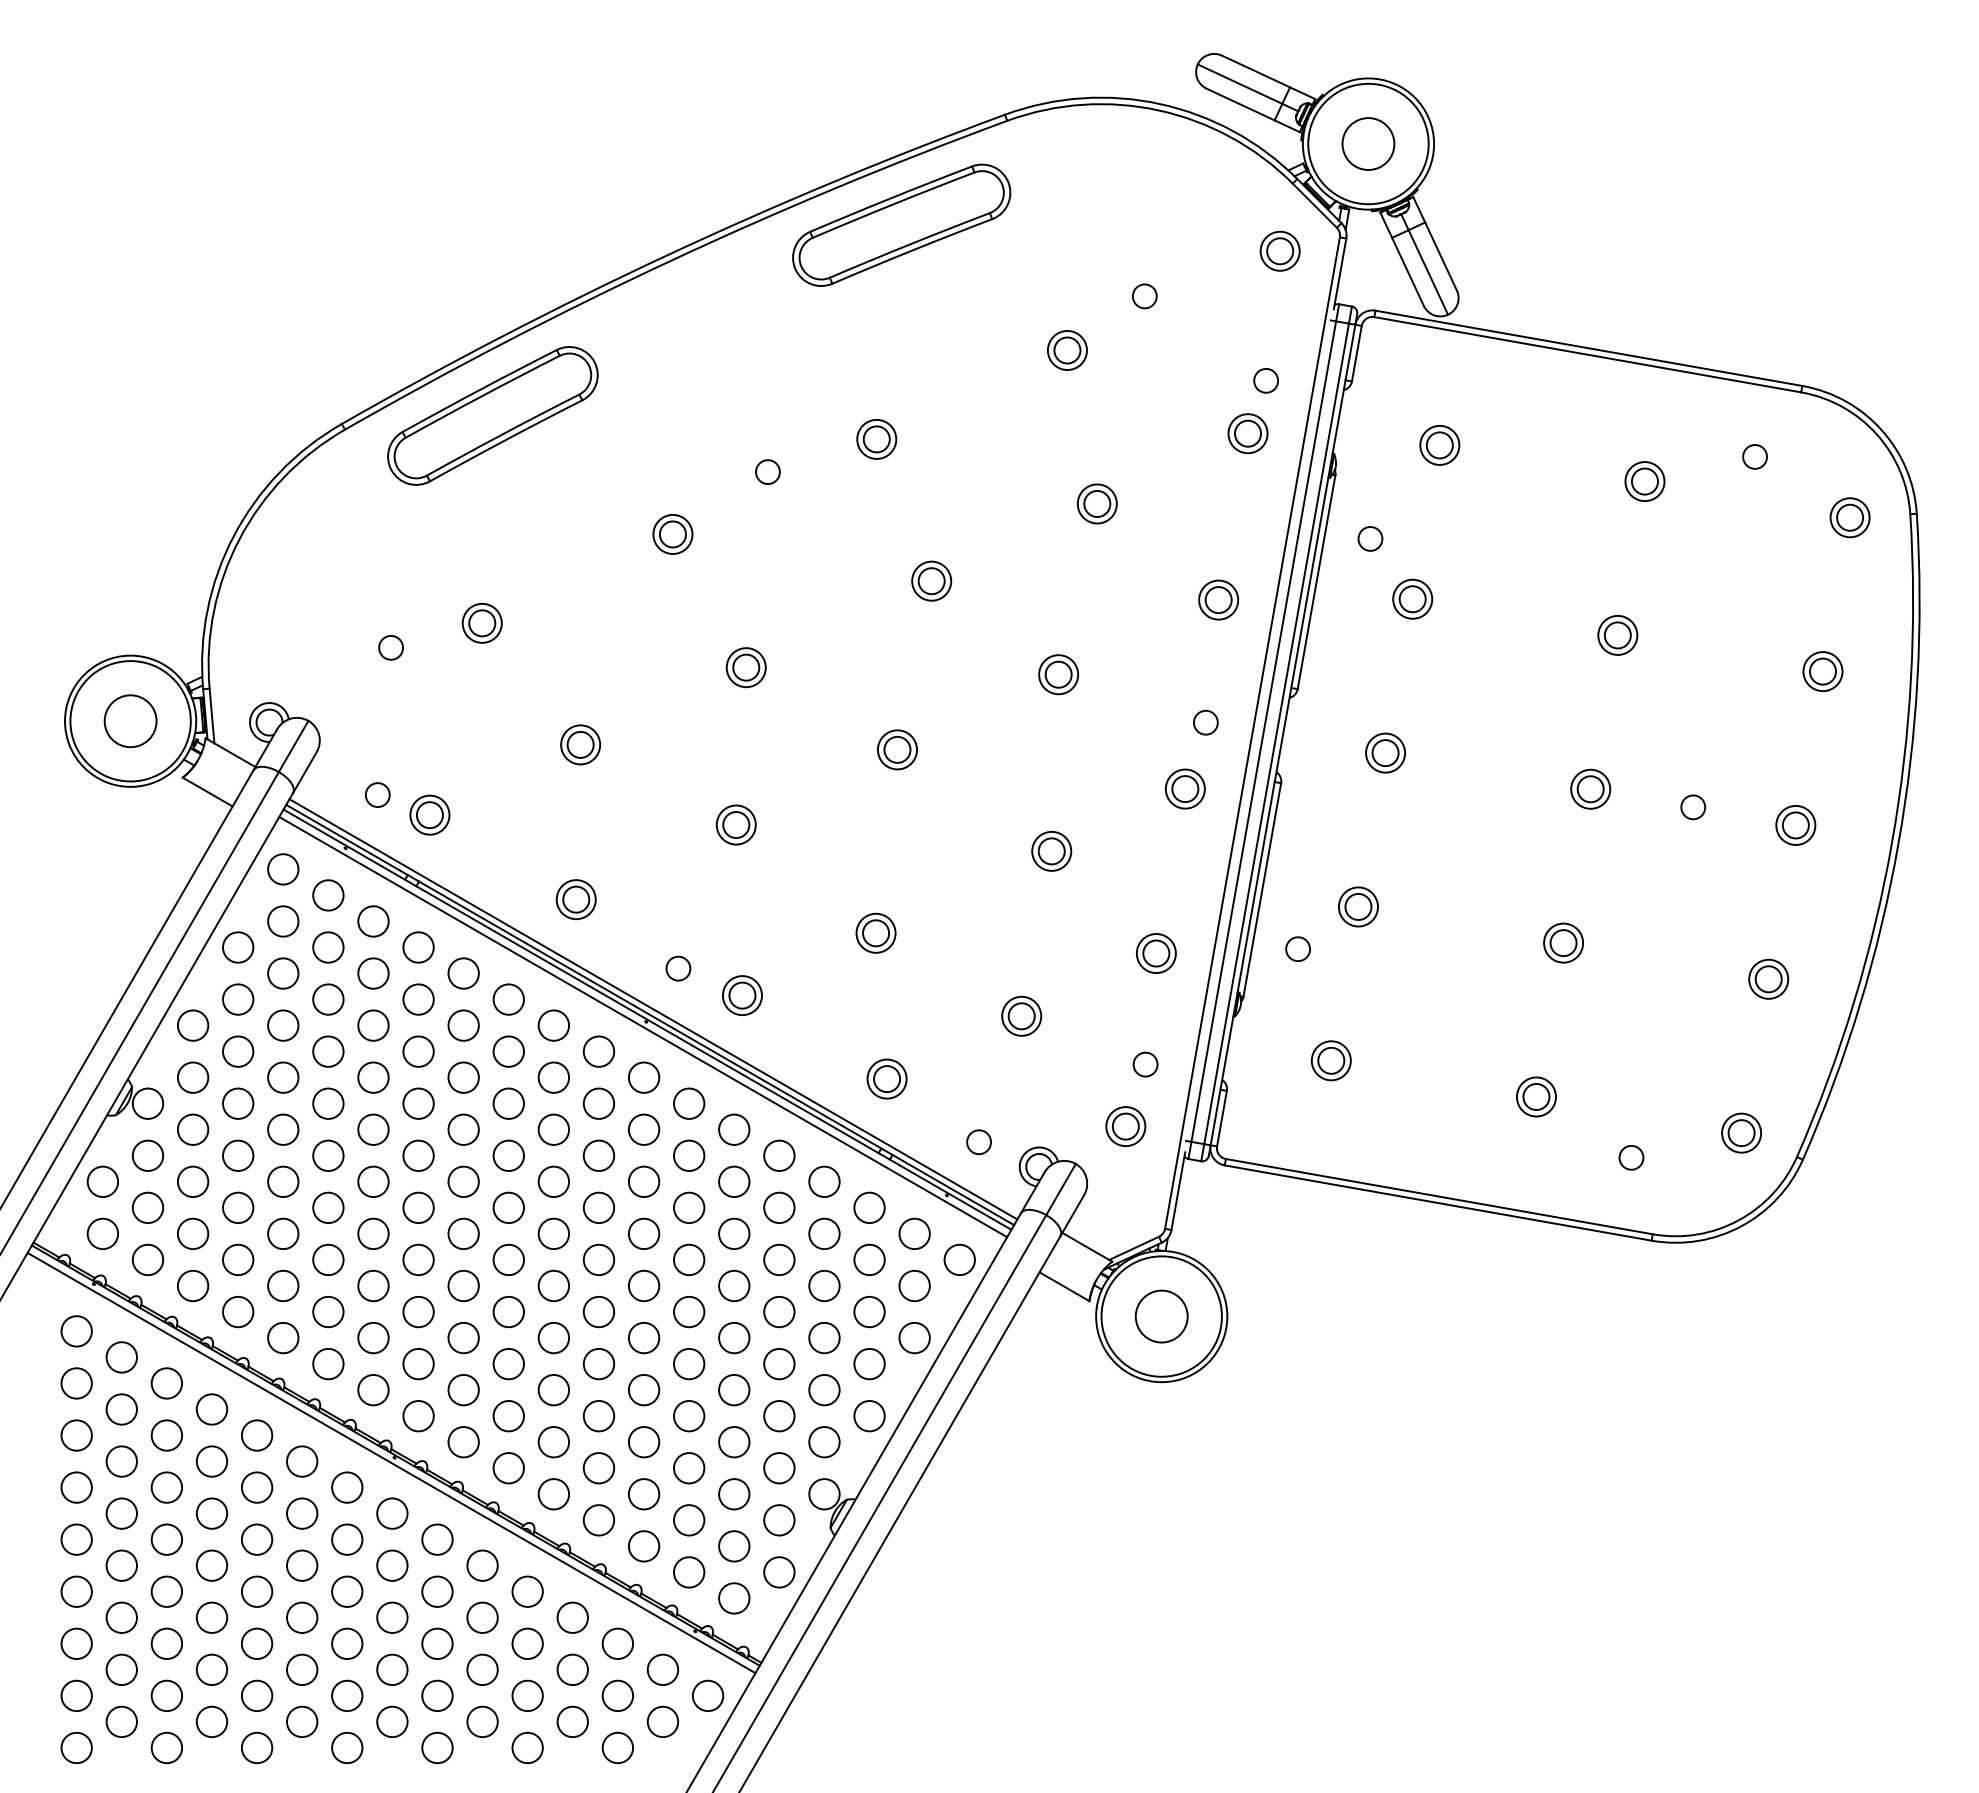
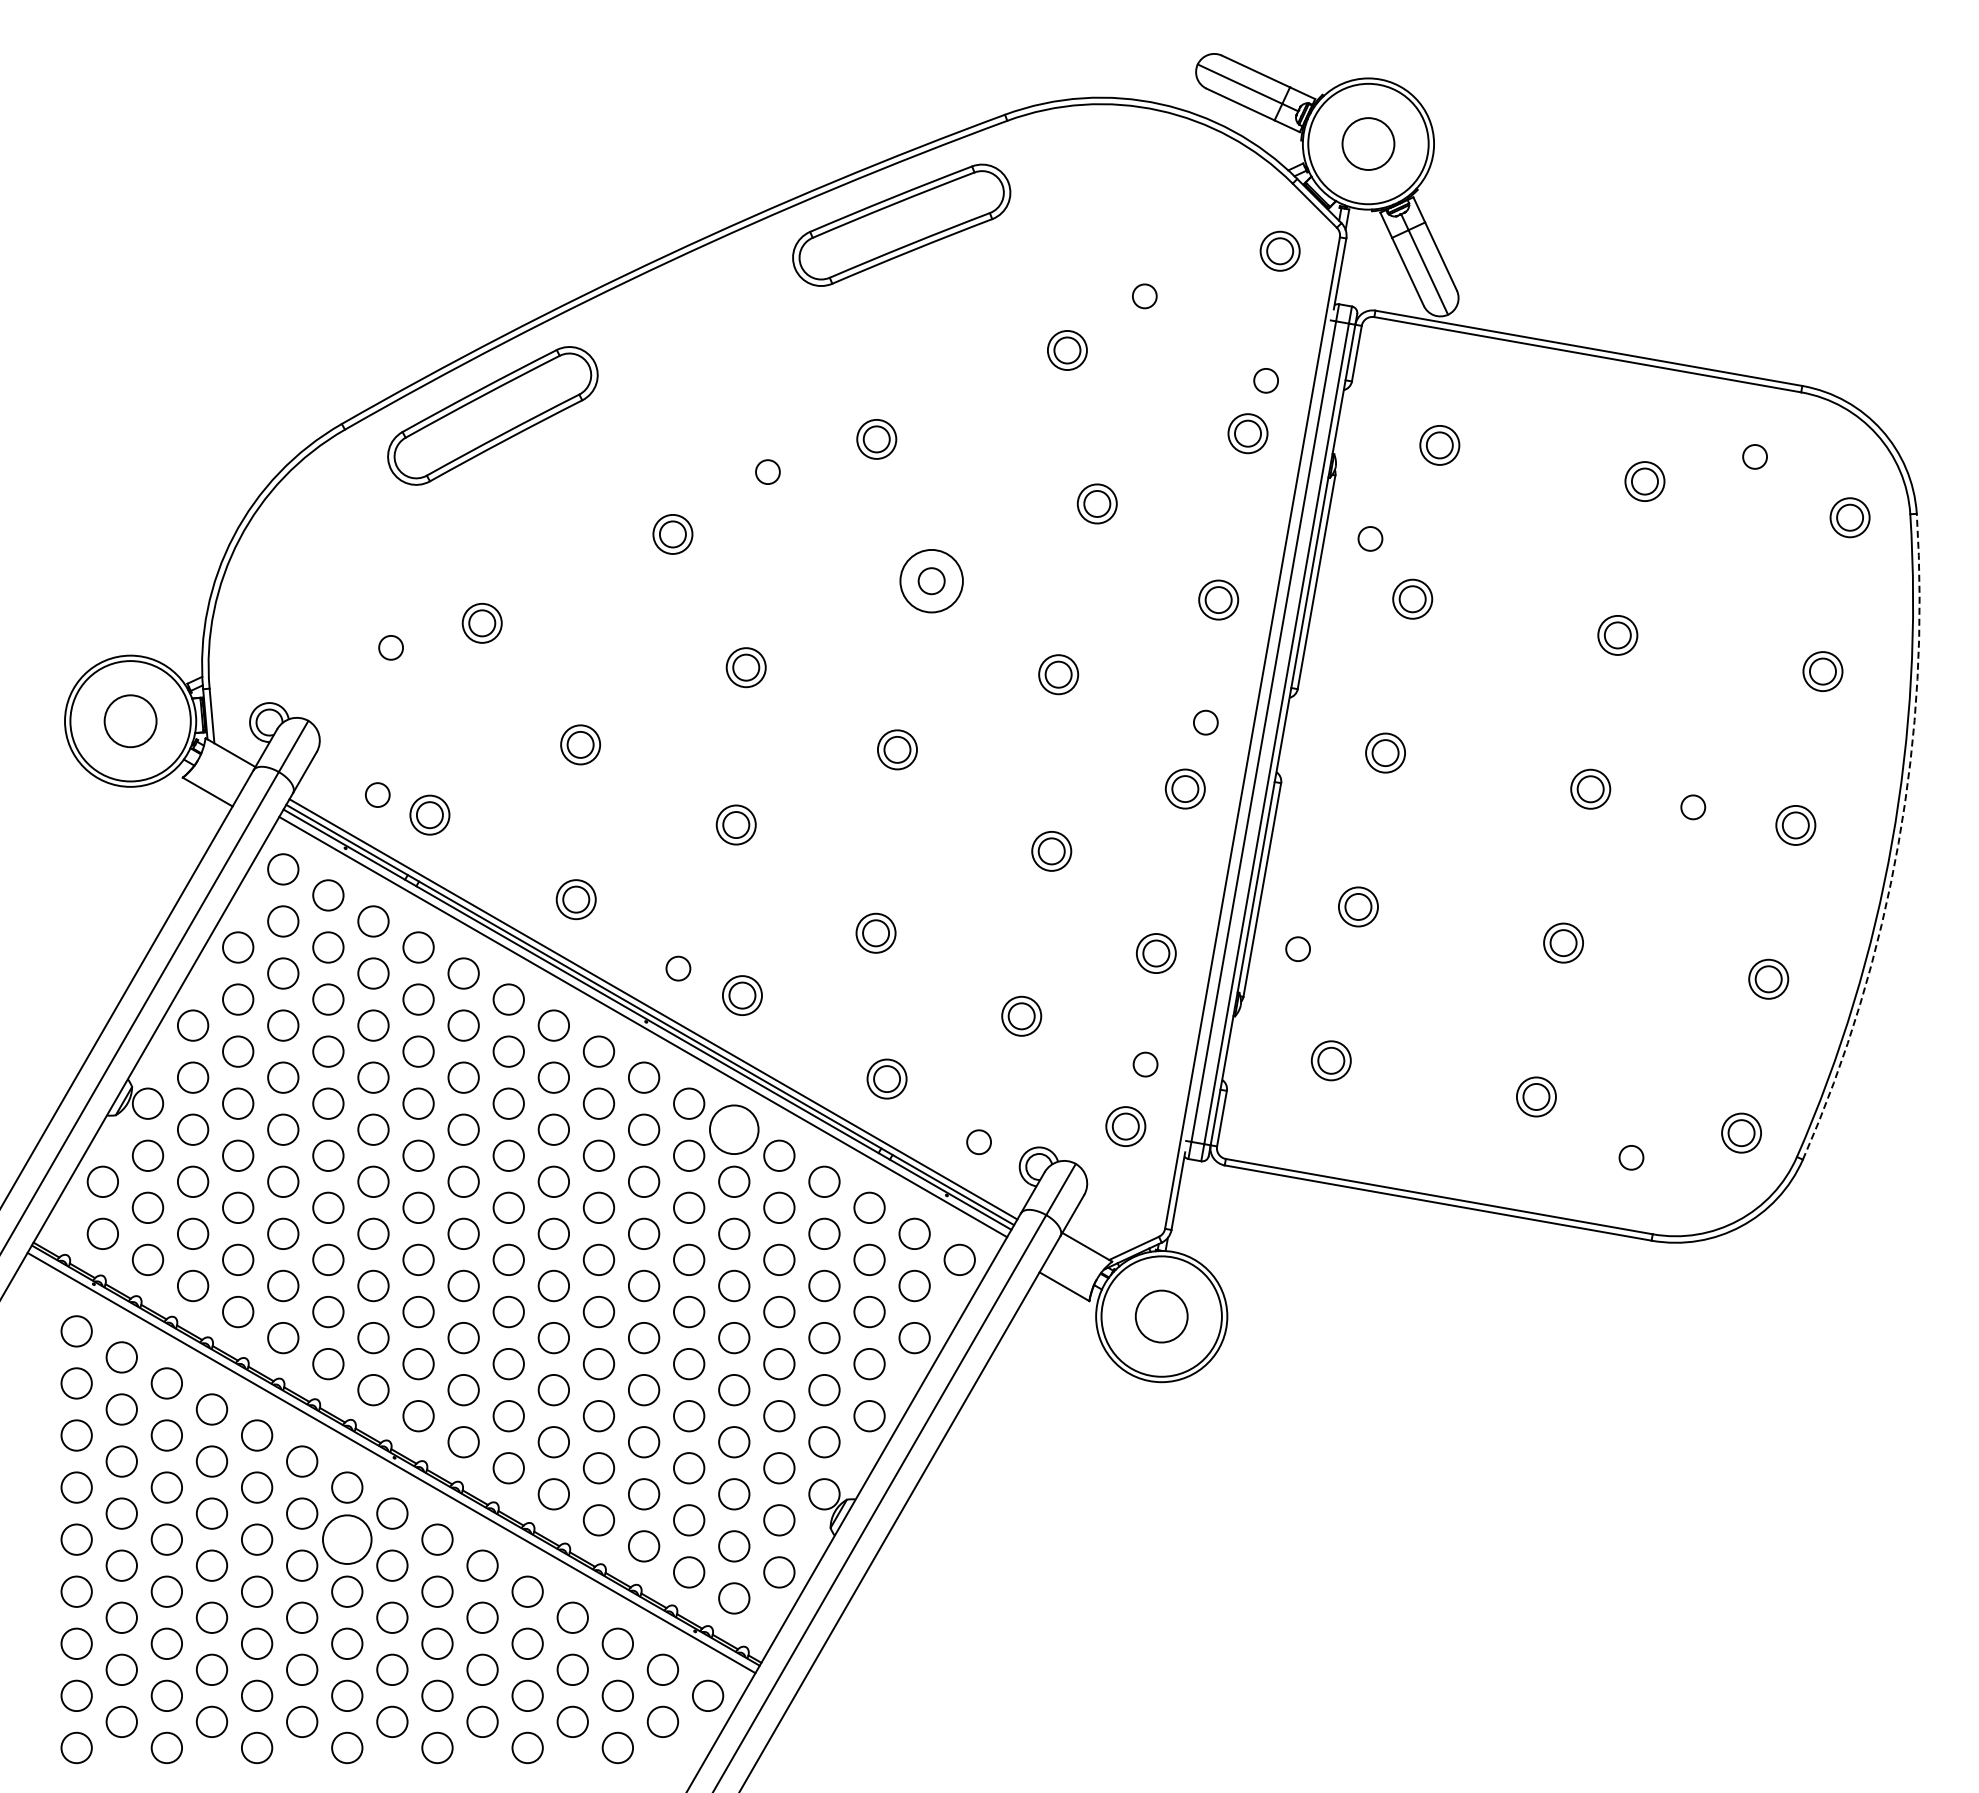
circle at (931, 580) diameter: 39 px -> 62 px
arc at (1898, 843): solid -> dashed
circle at (734, 1129) diameter: 30 px -> 49 px
circle at (347, 1539) diameter: 30 px -> 49 px
